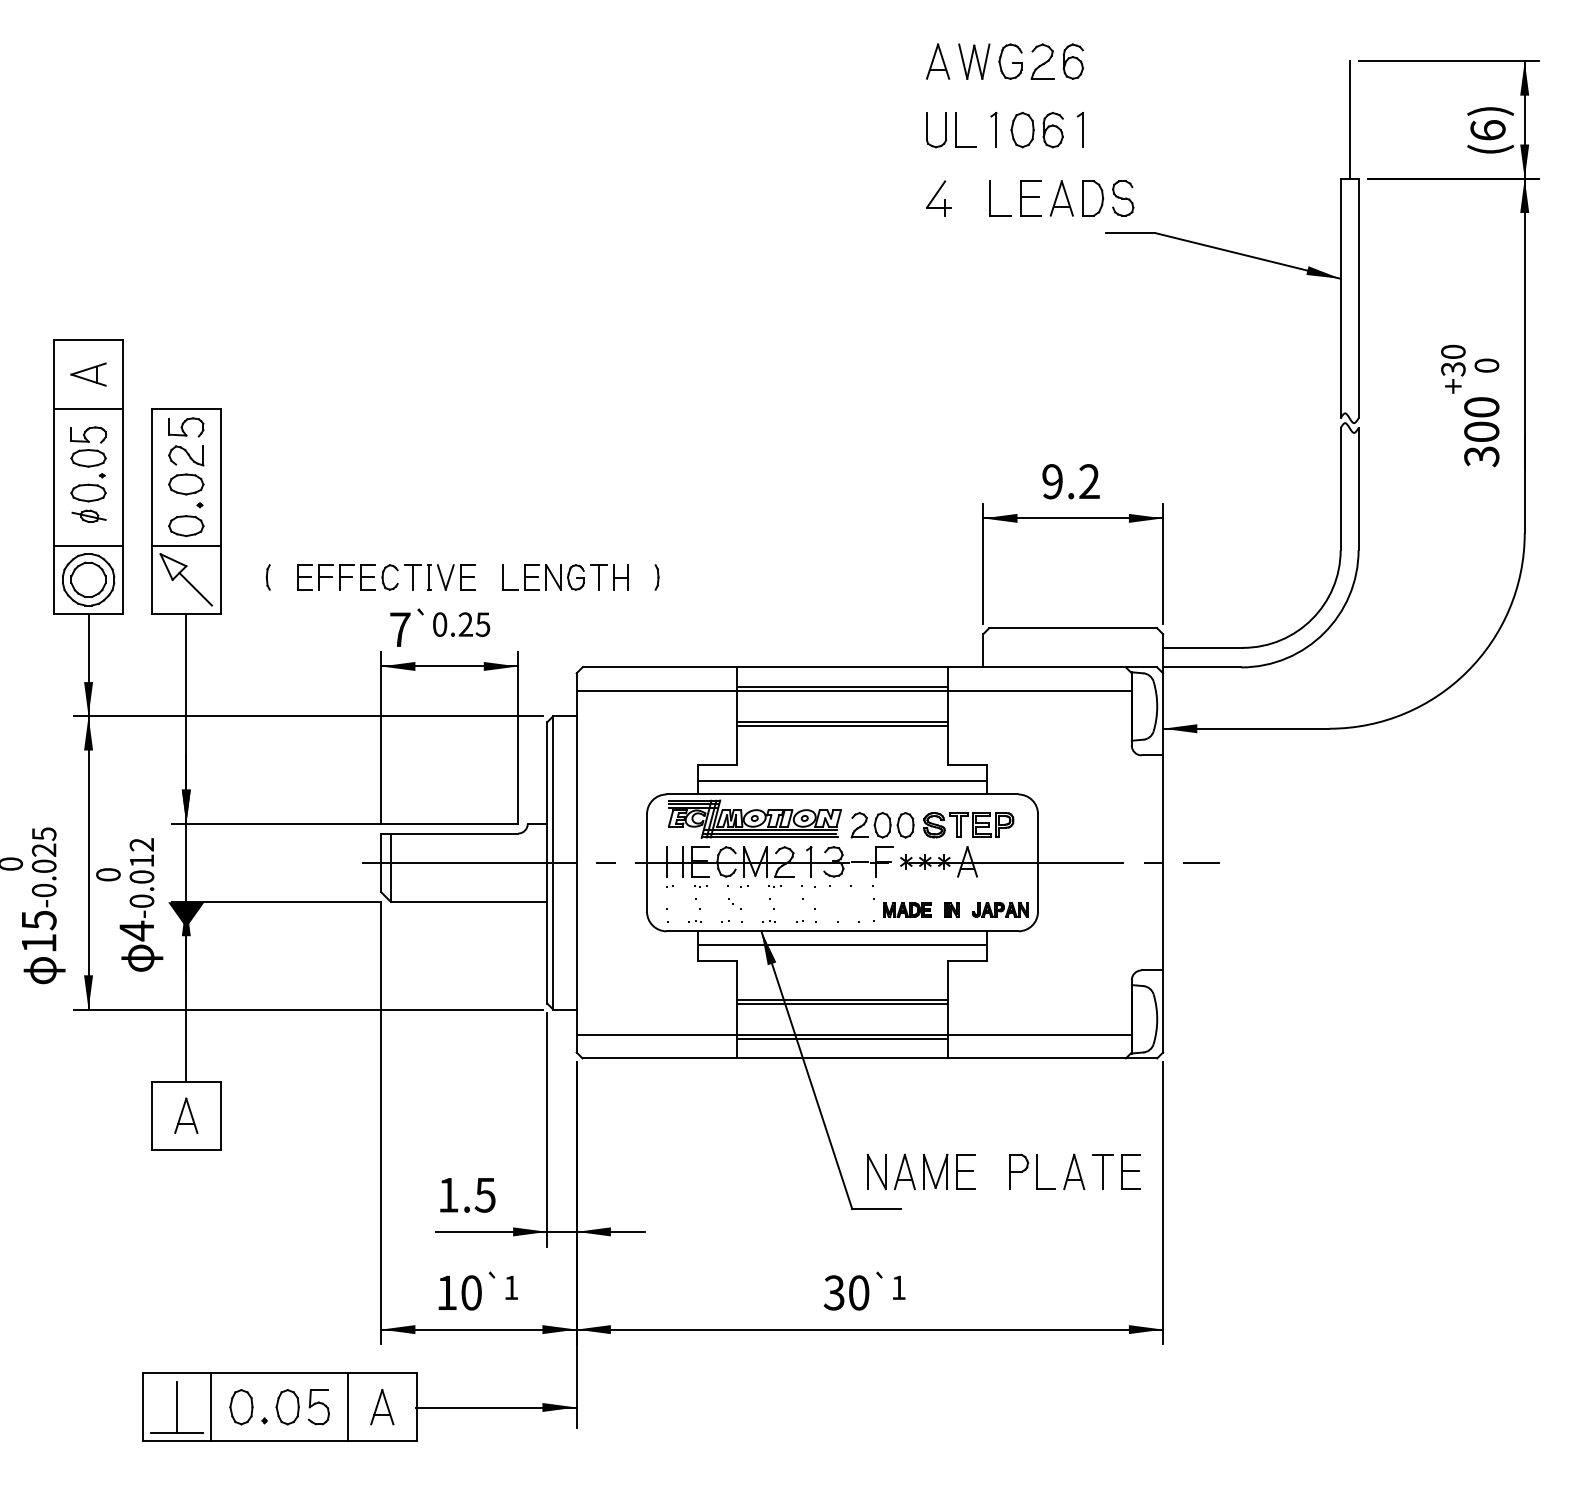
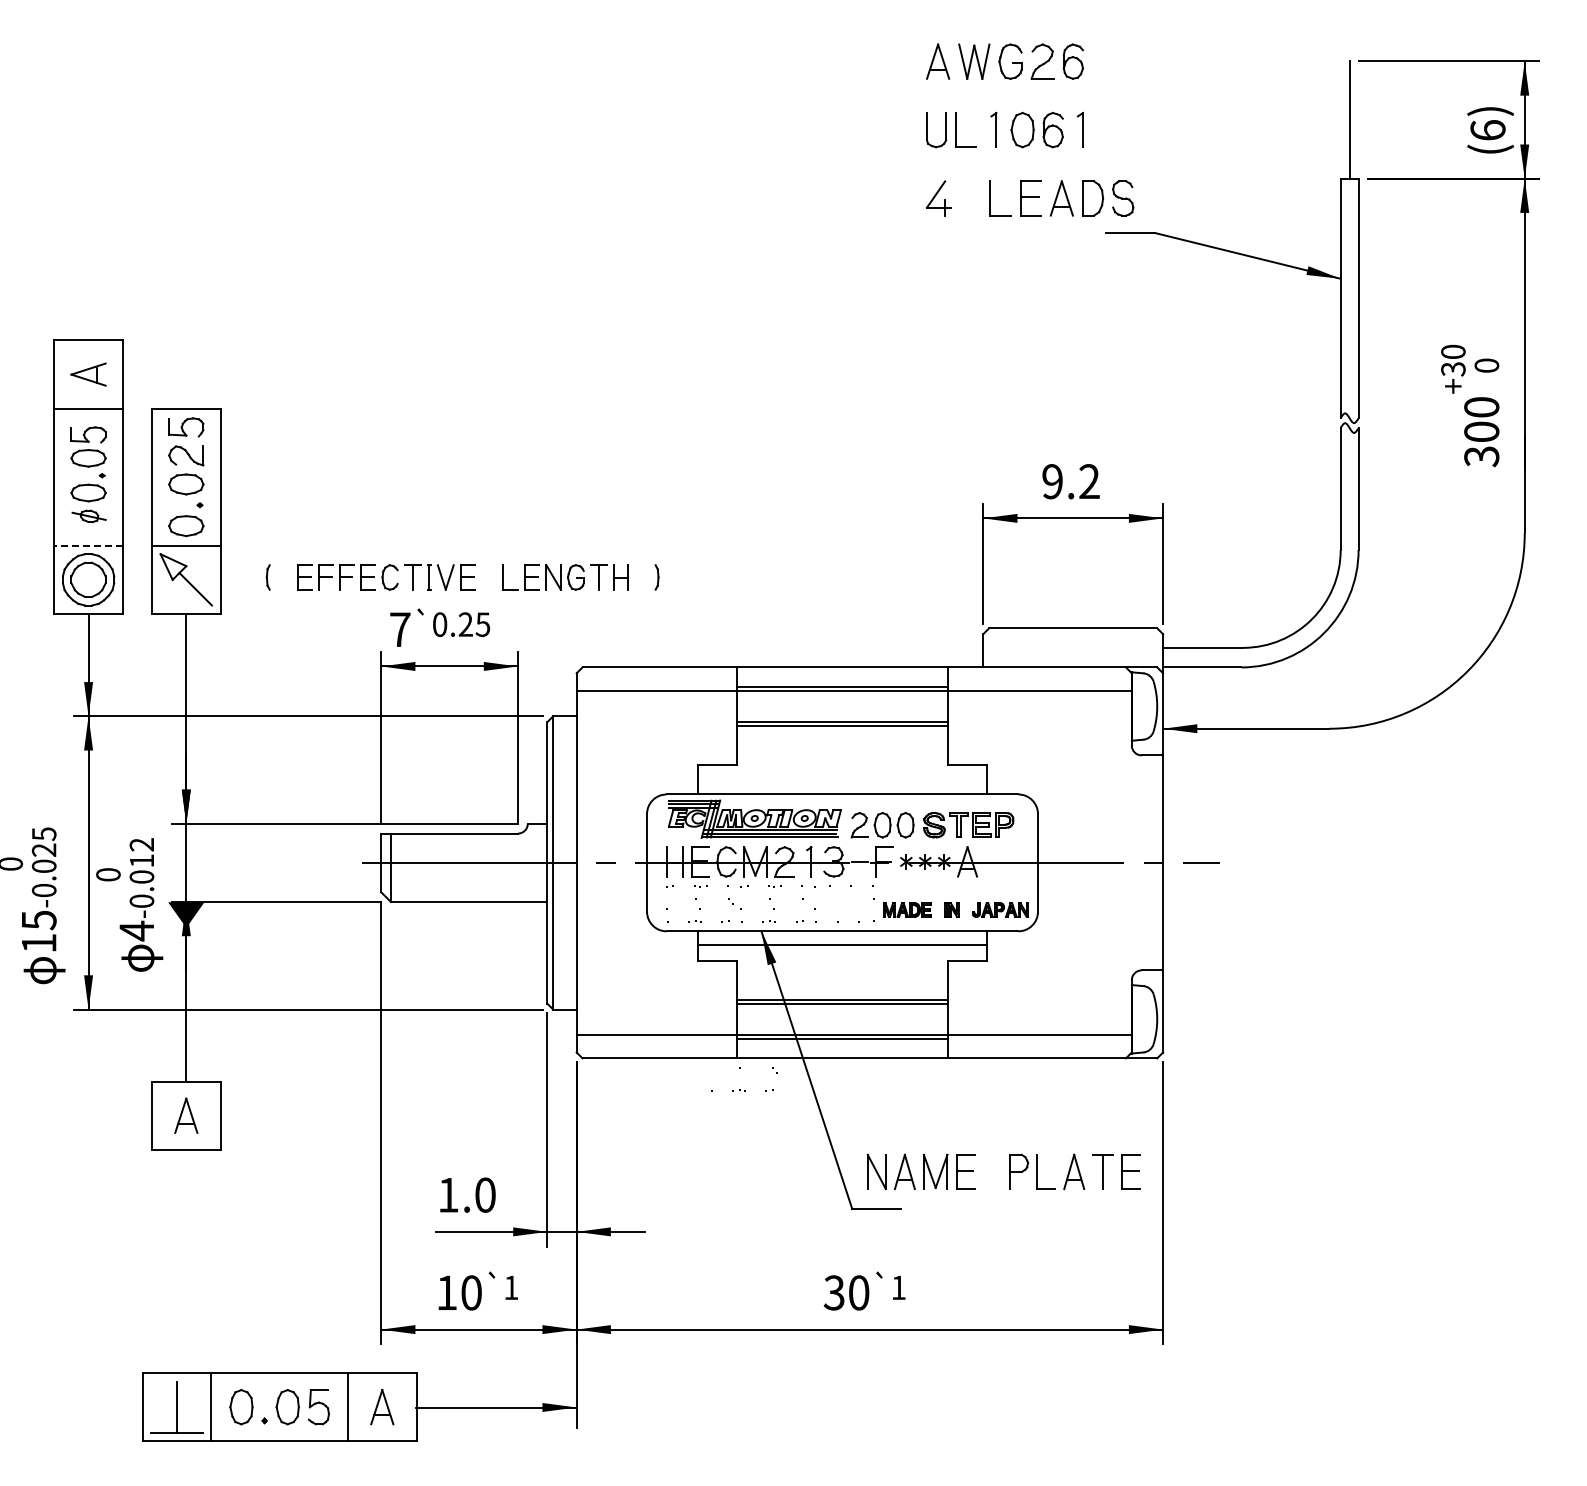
line at (88, 545): solid -> dashed
line at (842, 780): present -> none
part at (740, 1089): none -> present
text at (484, 1194): 1.5 -> 1.0
